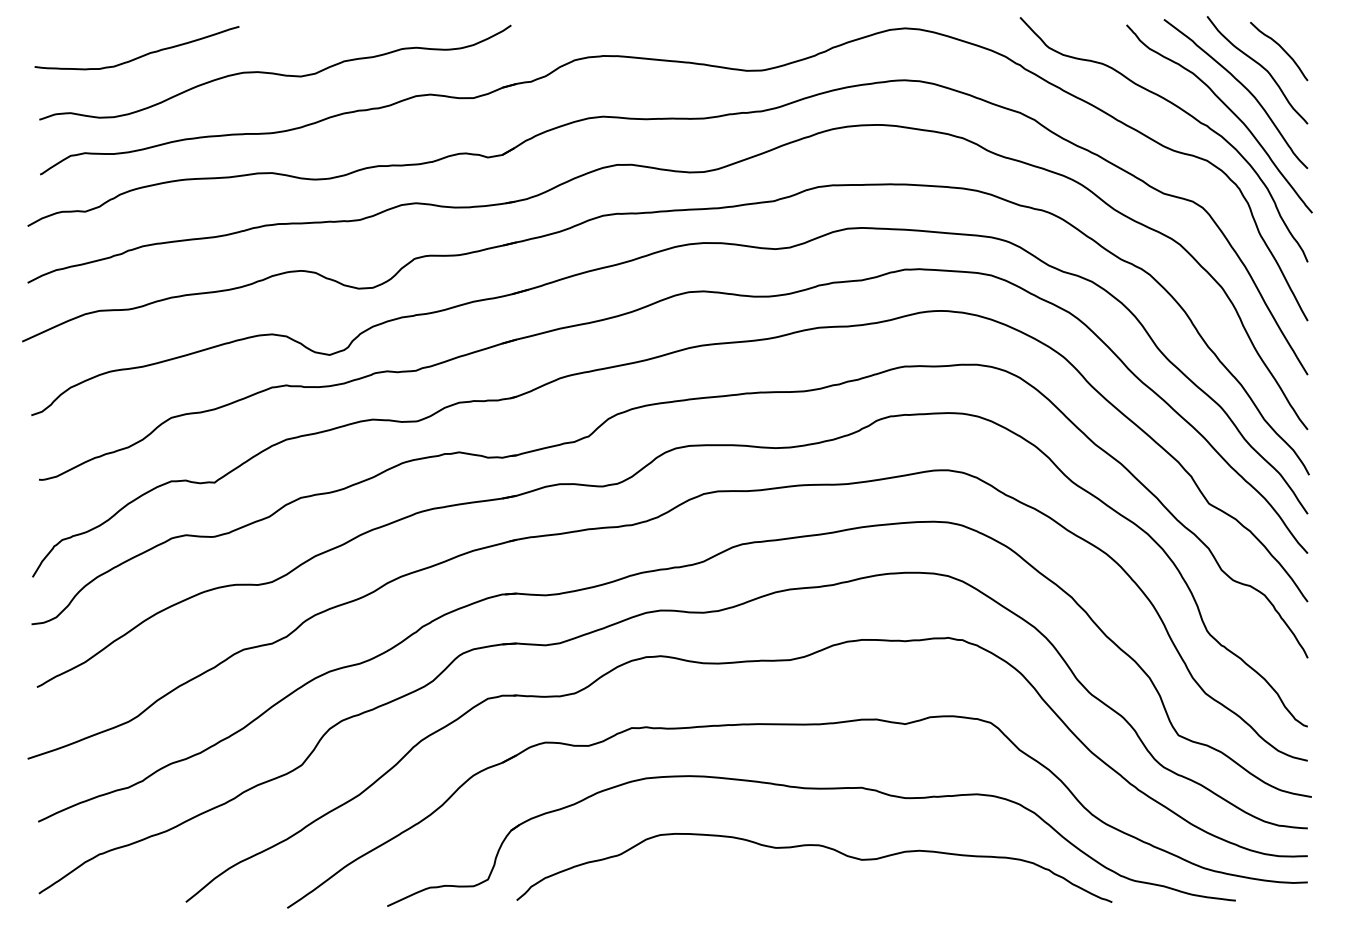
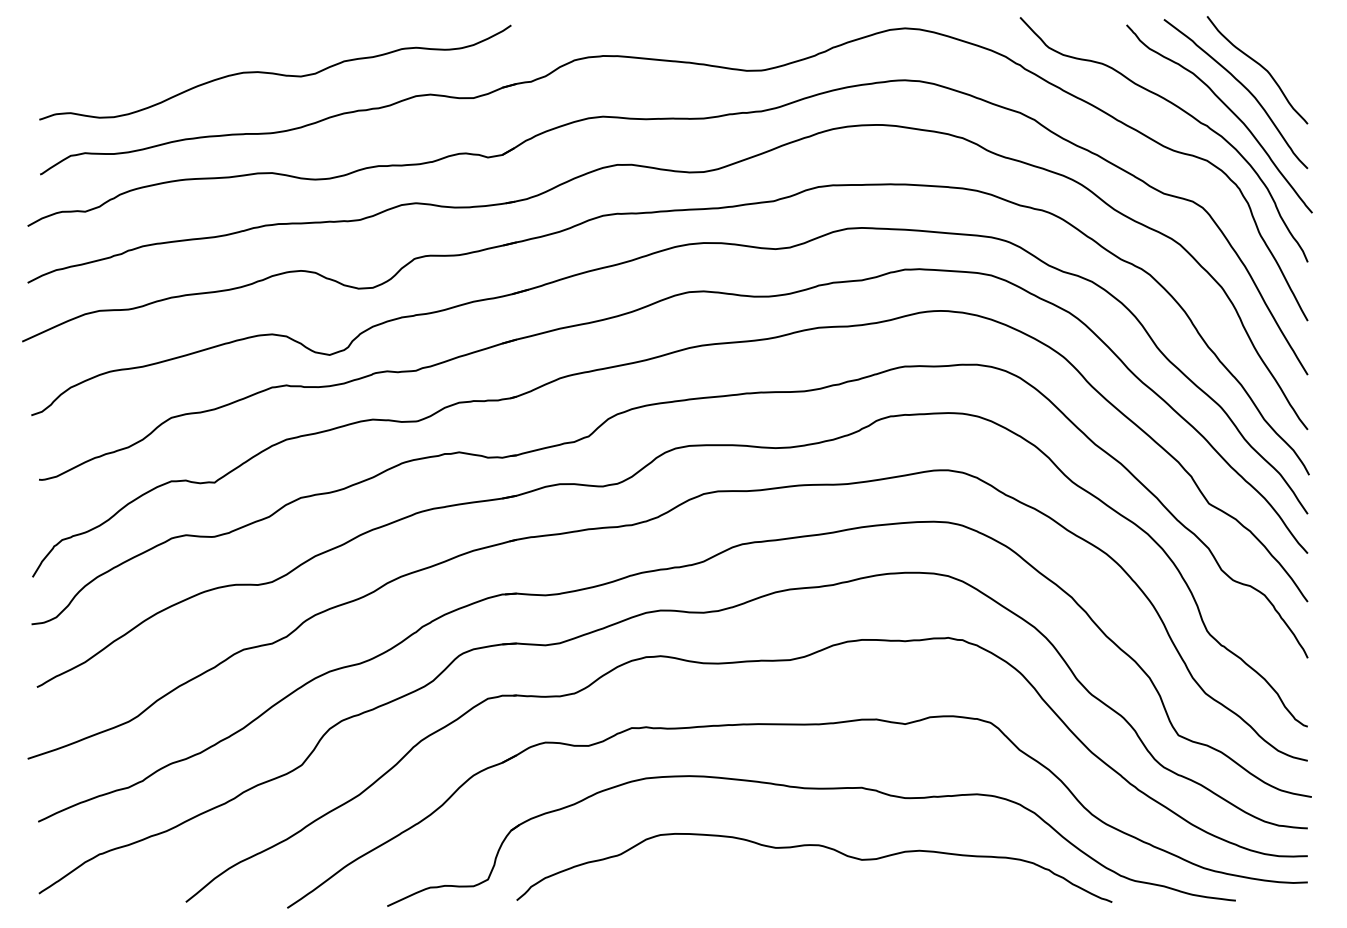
curve at (1282, 50): present -> none
curve at (138, 56): present -> none
